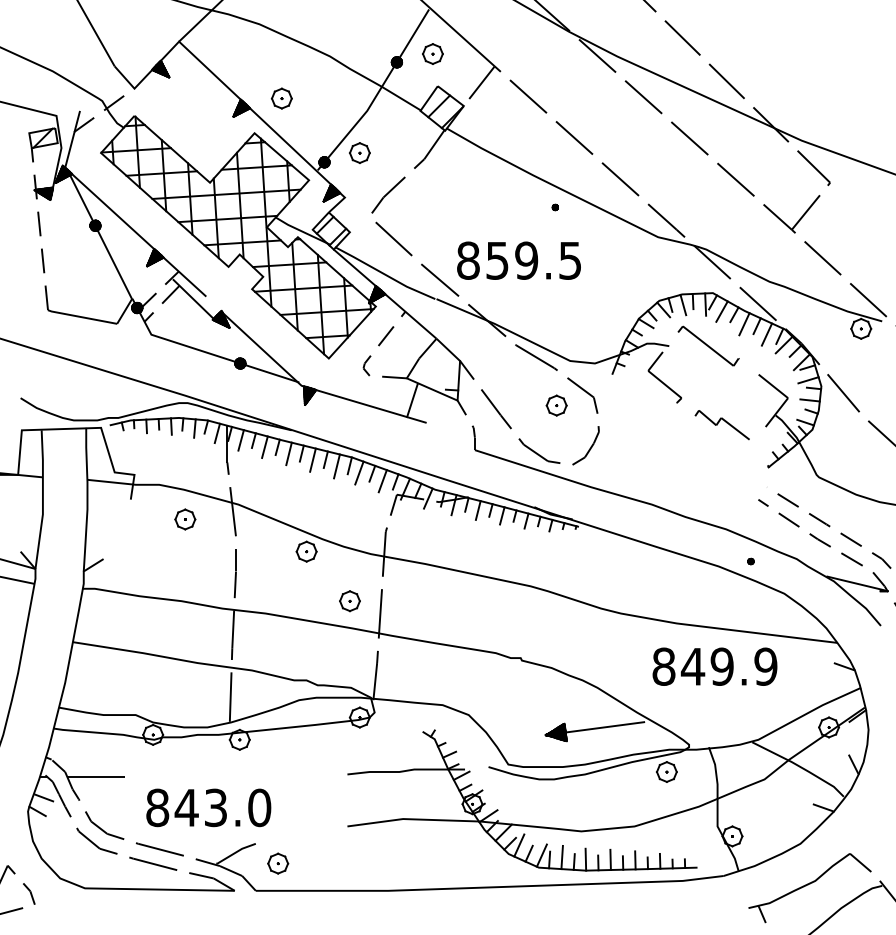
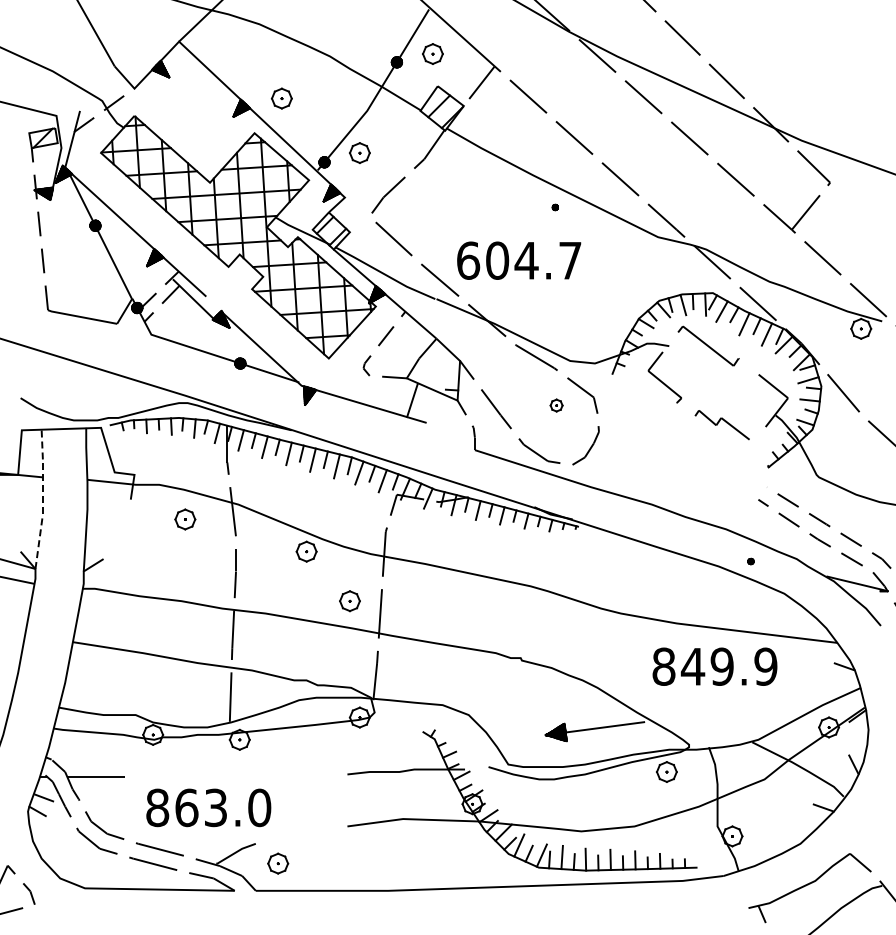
text at (519, 260): 859.5 -> 604.7
part at (556, 405) size: 23x23 px -> 15x15 px
line at (42, 499): solid -> dashed
text at (186, 807): 843.0 -> 863.0
